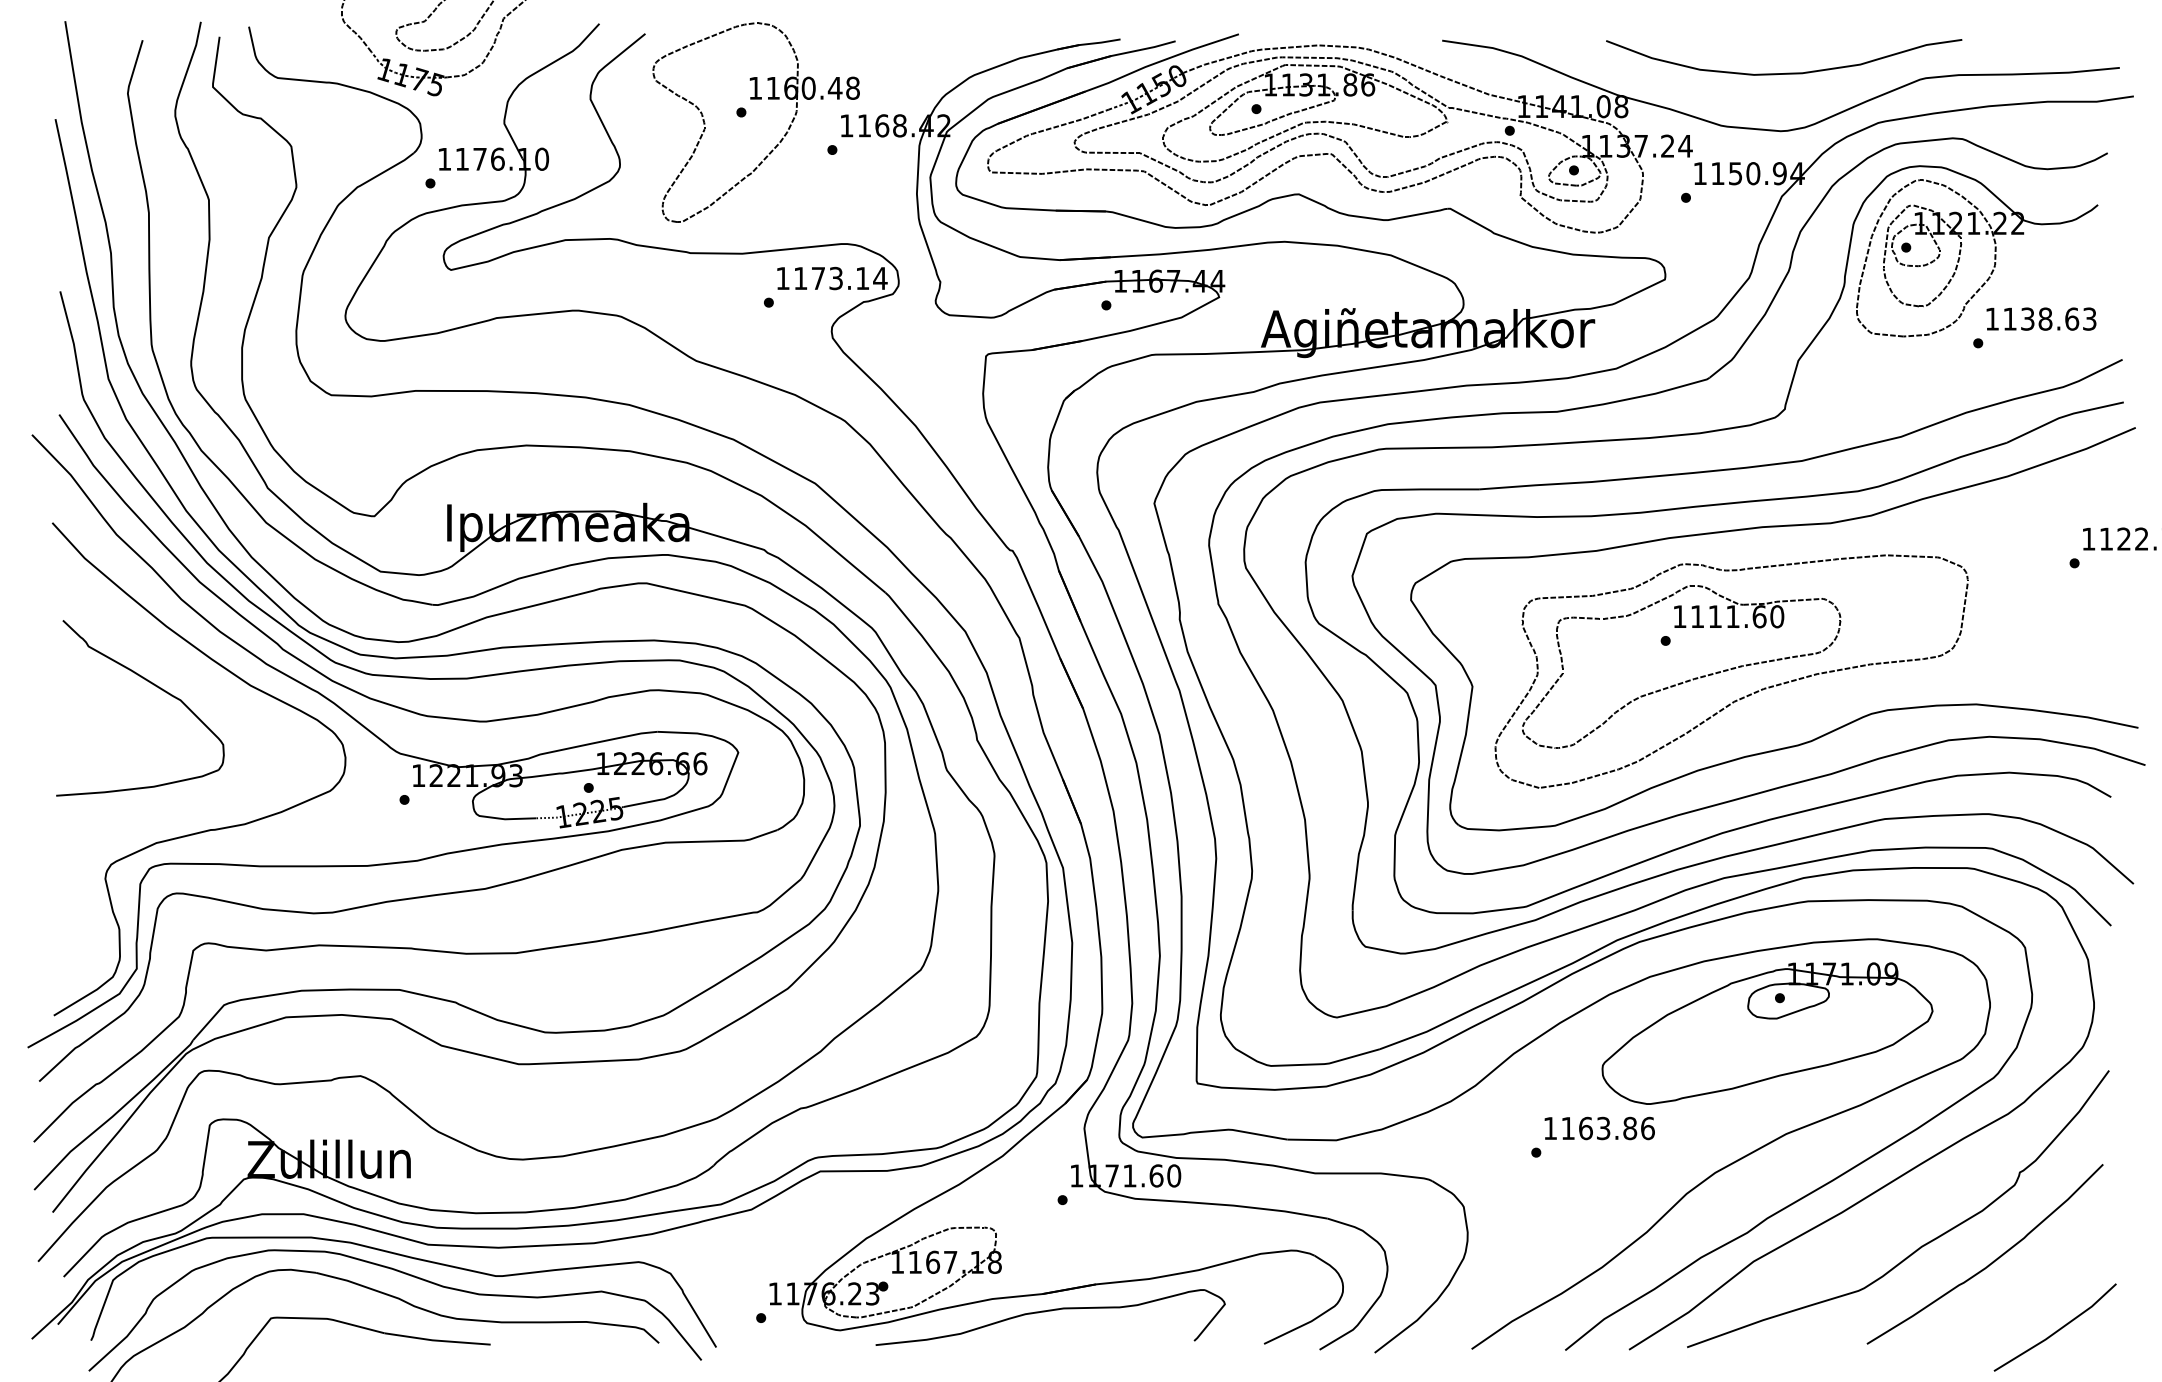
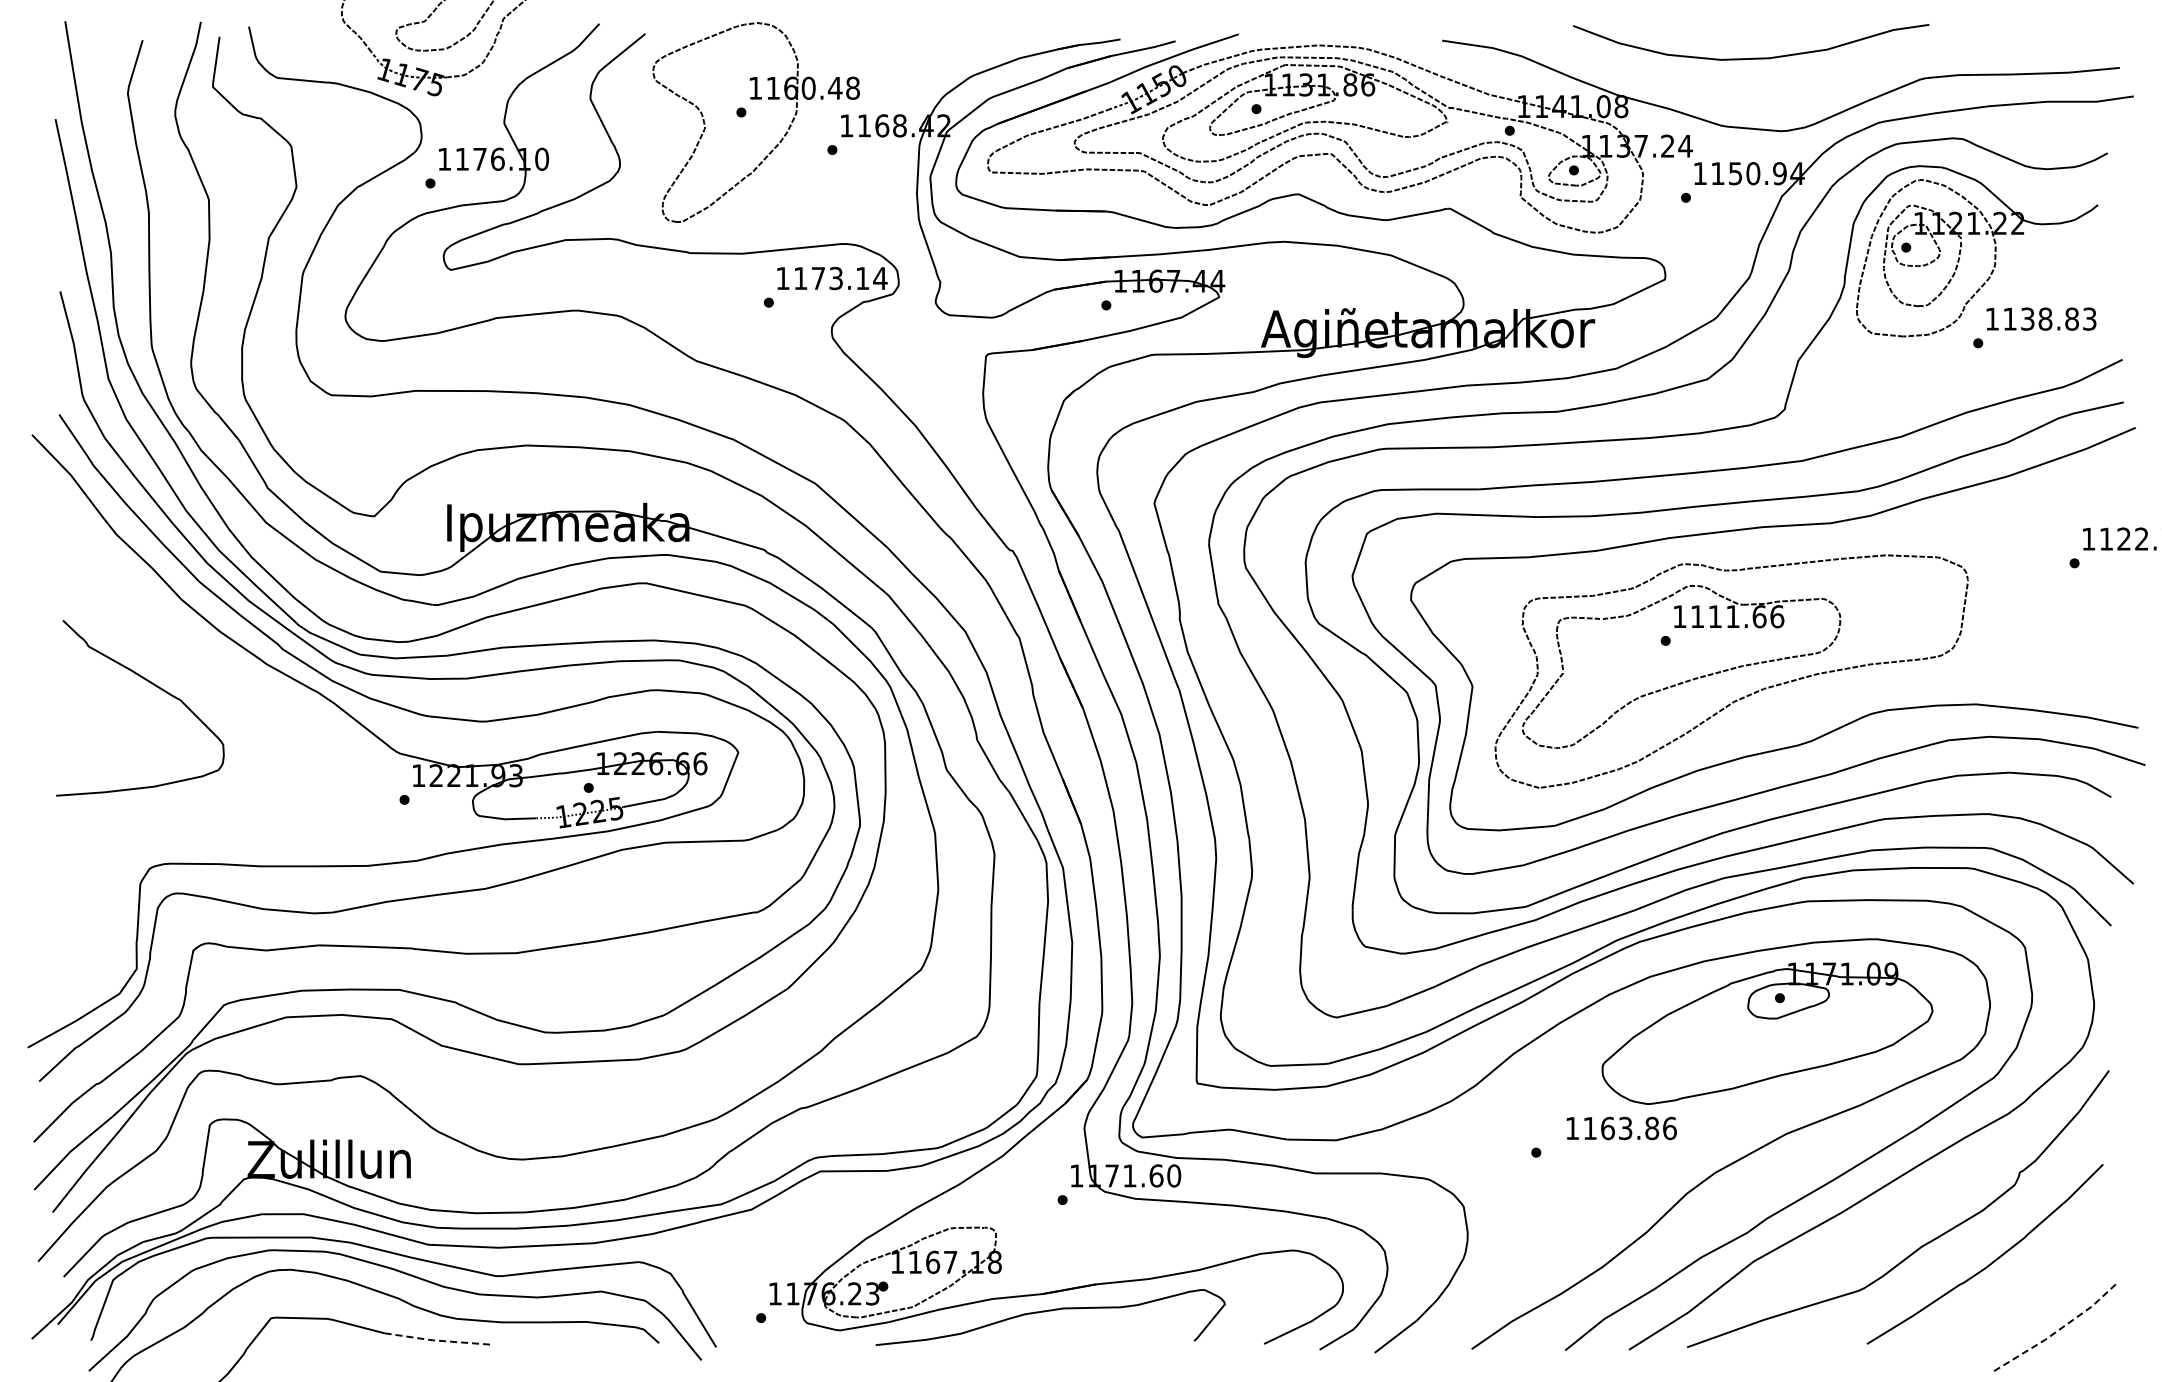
curve at (1786, 72) position: (1786, 72) -> (1753, 57)
text at (2072, 318): 1138.63 -> 1138.83
text at (1777, 616): 1111.60 -> 1111.66
curve at (207, 829): present -> none
text at (1599, 1128) position: (1599, 1128) -> (1621, 1128)
line at (2057, 1330): solid -> dashed
line at (437, 1340): solid -> dashed
